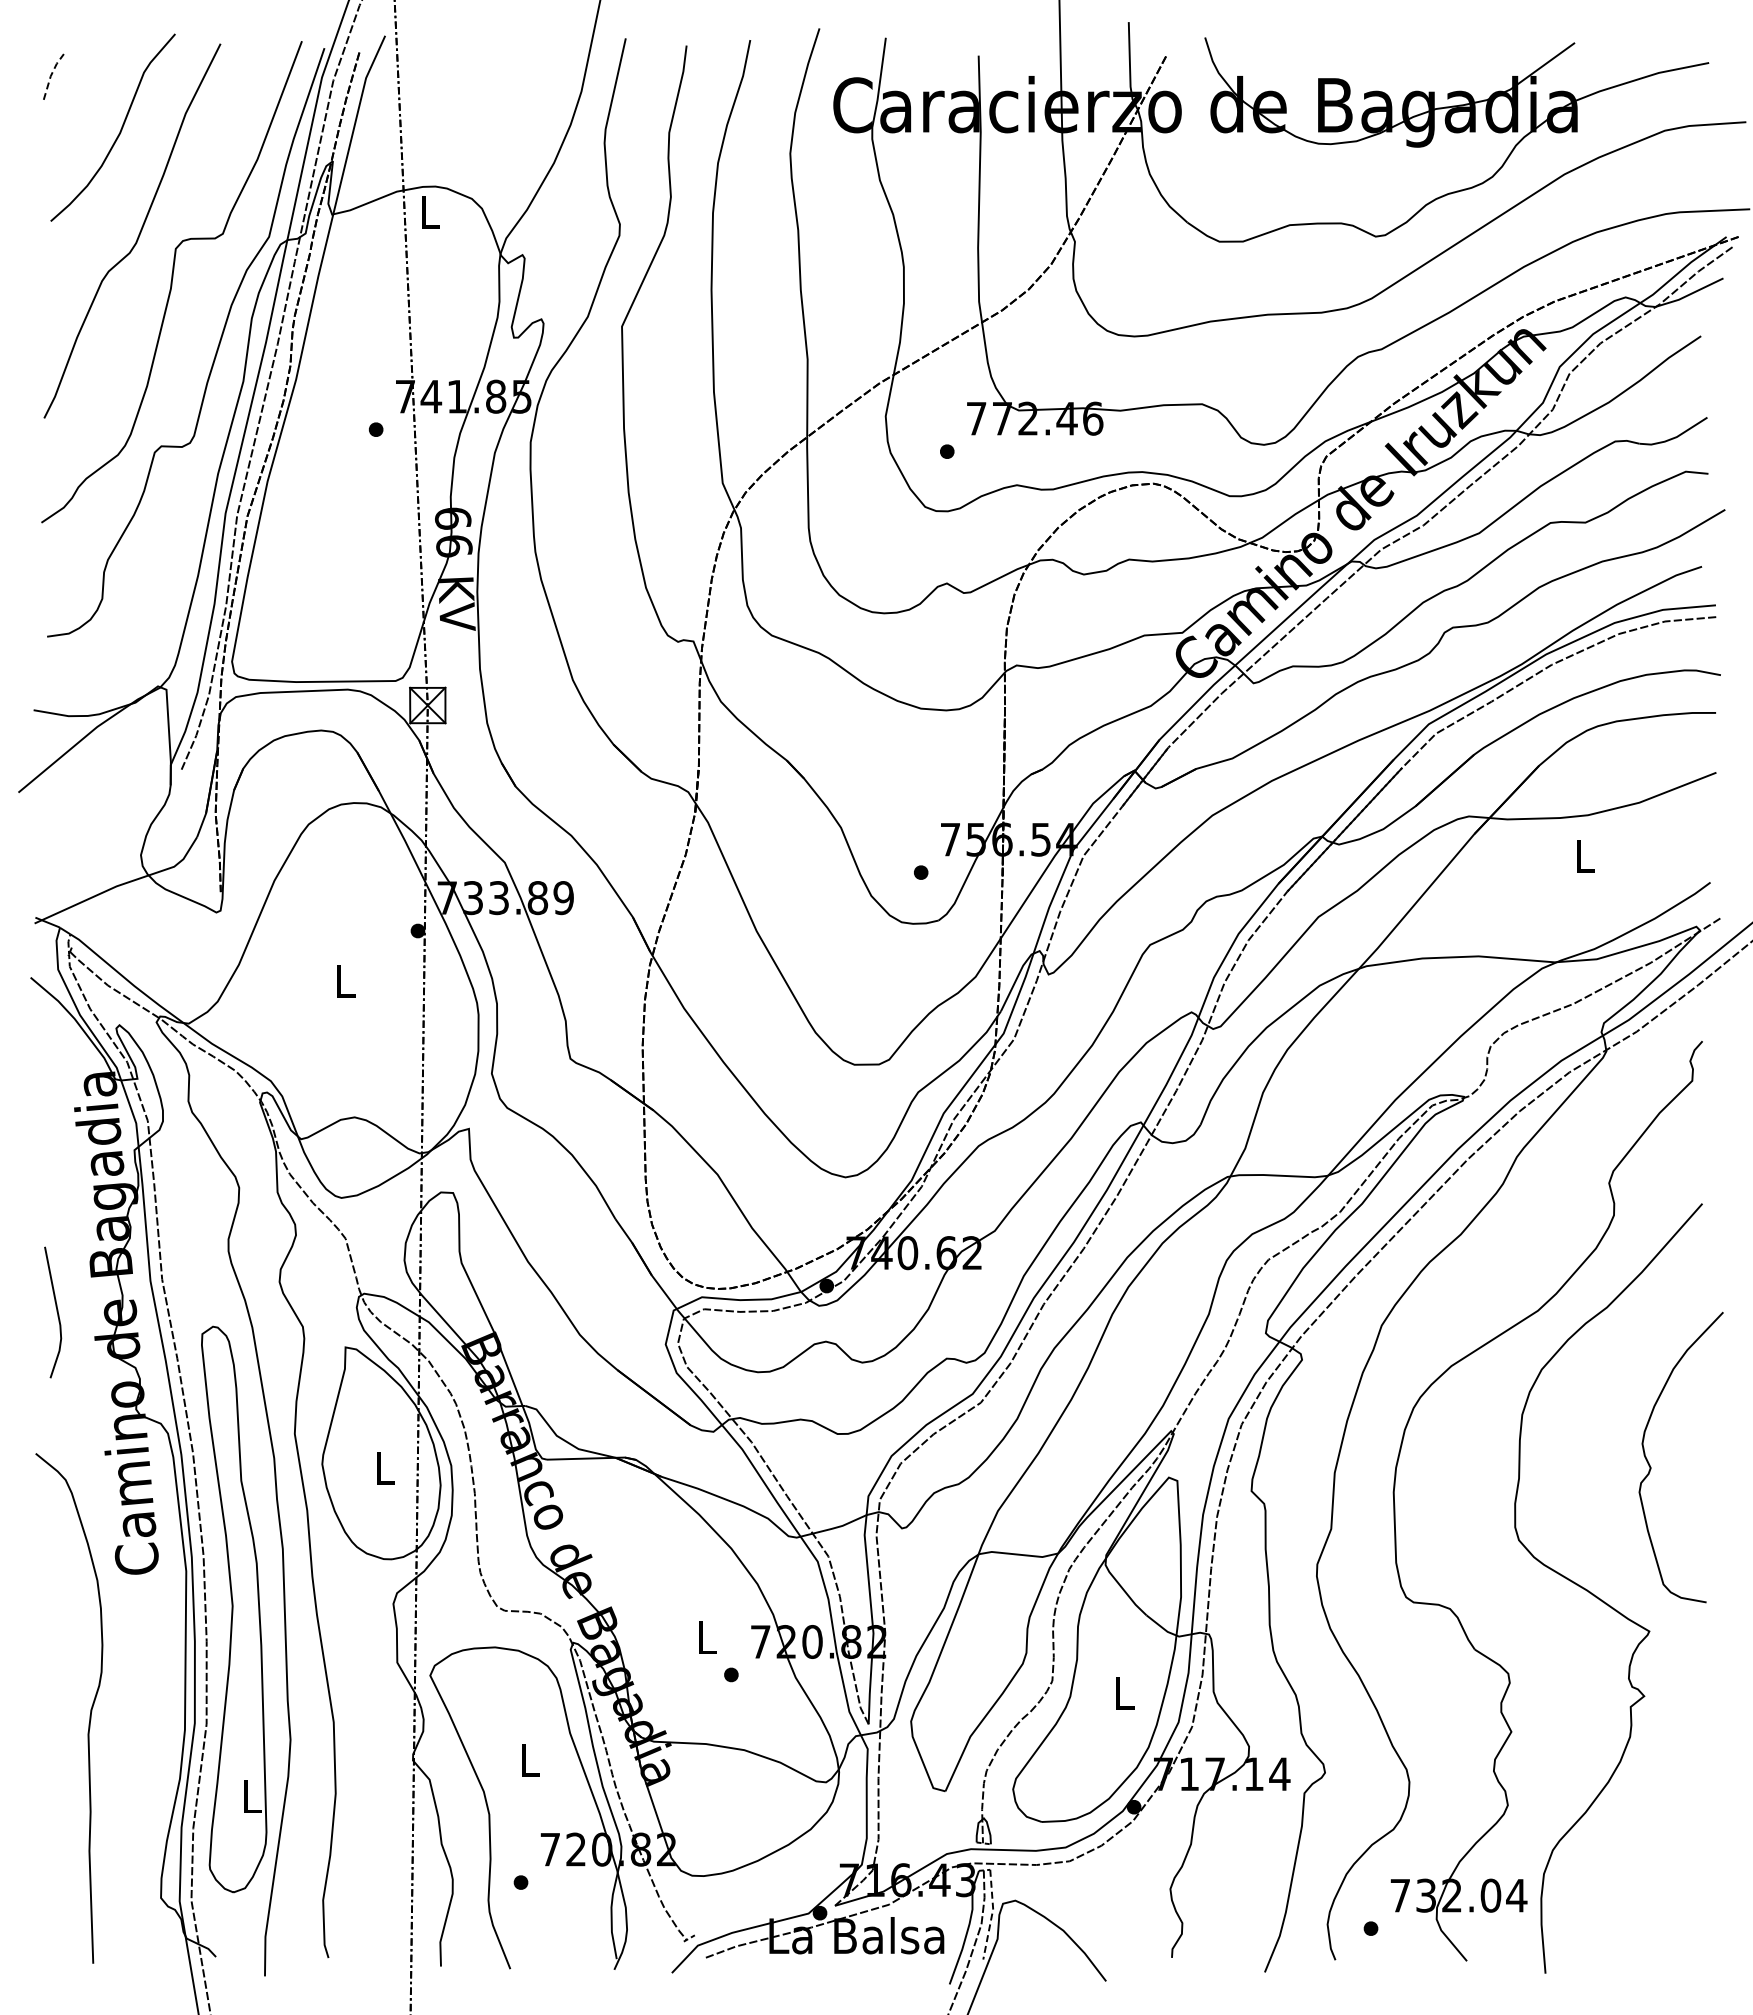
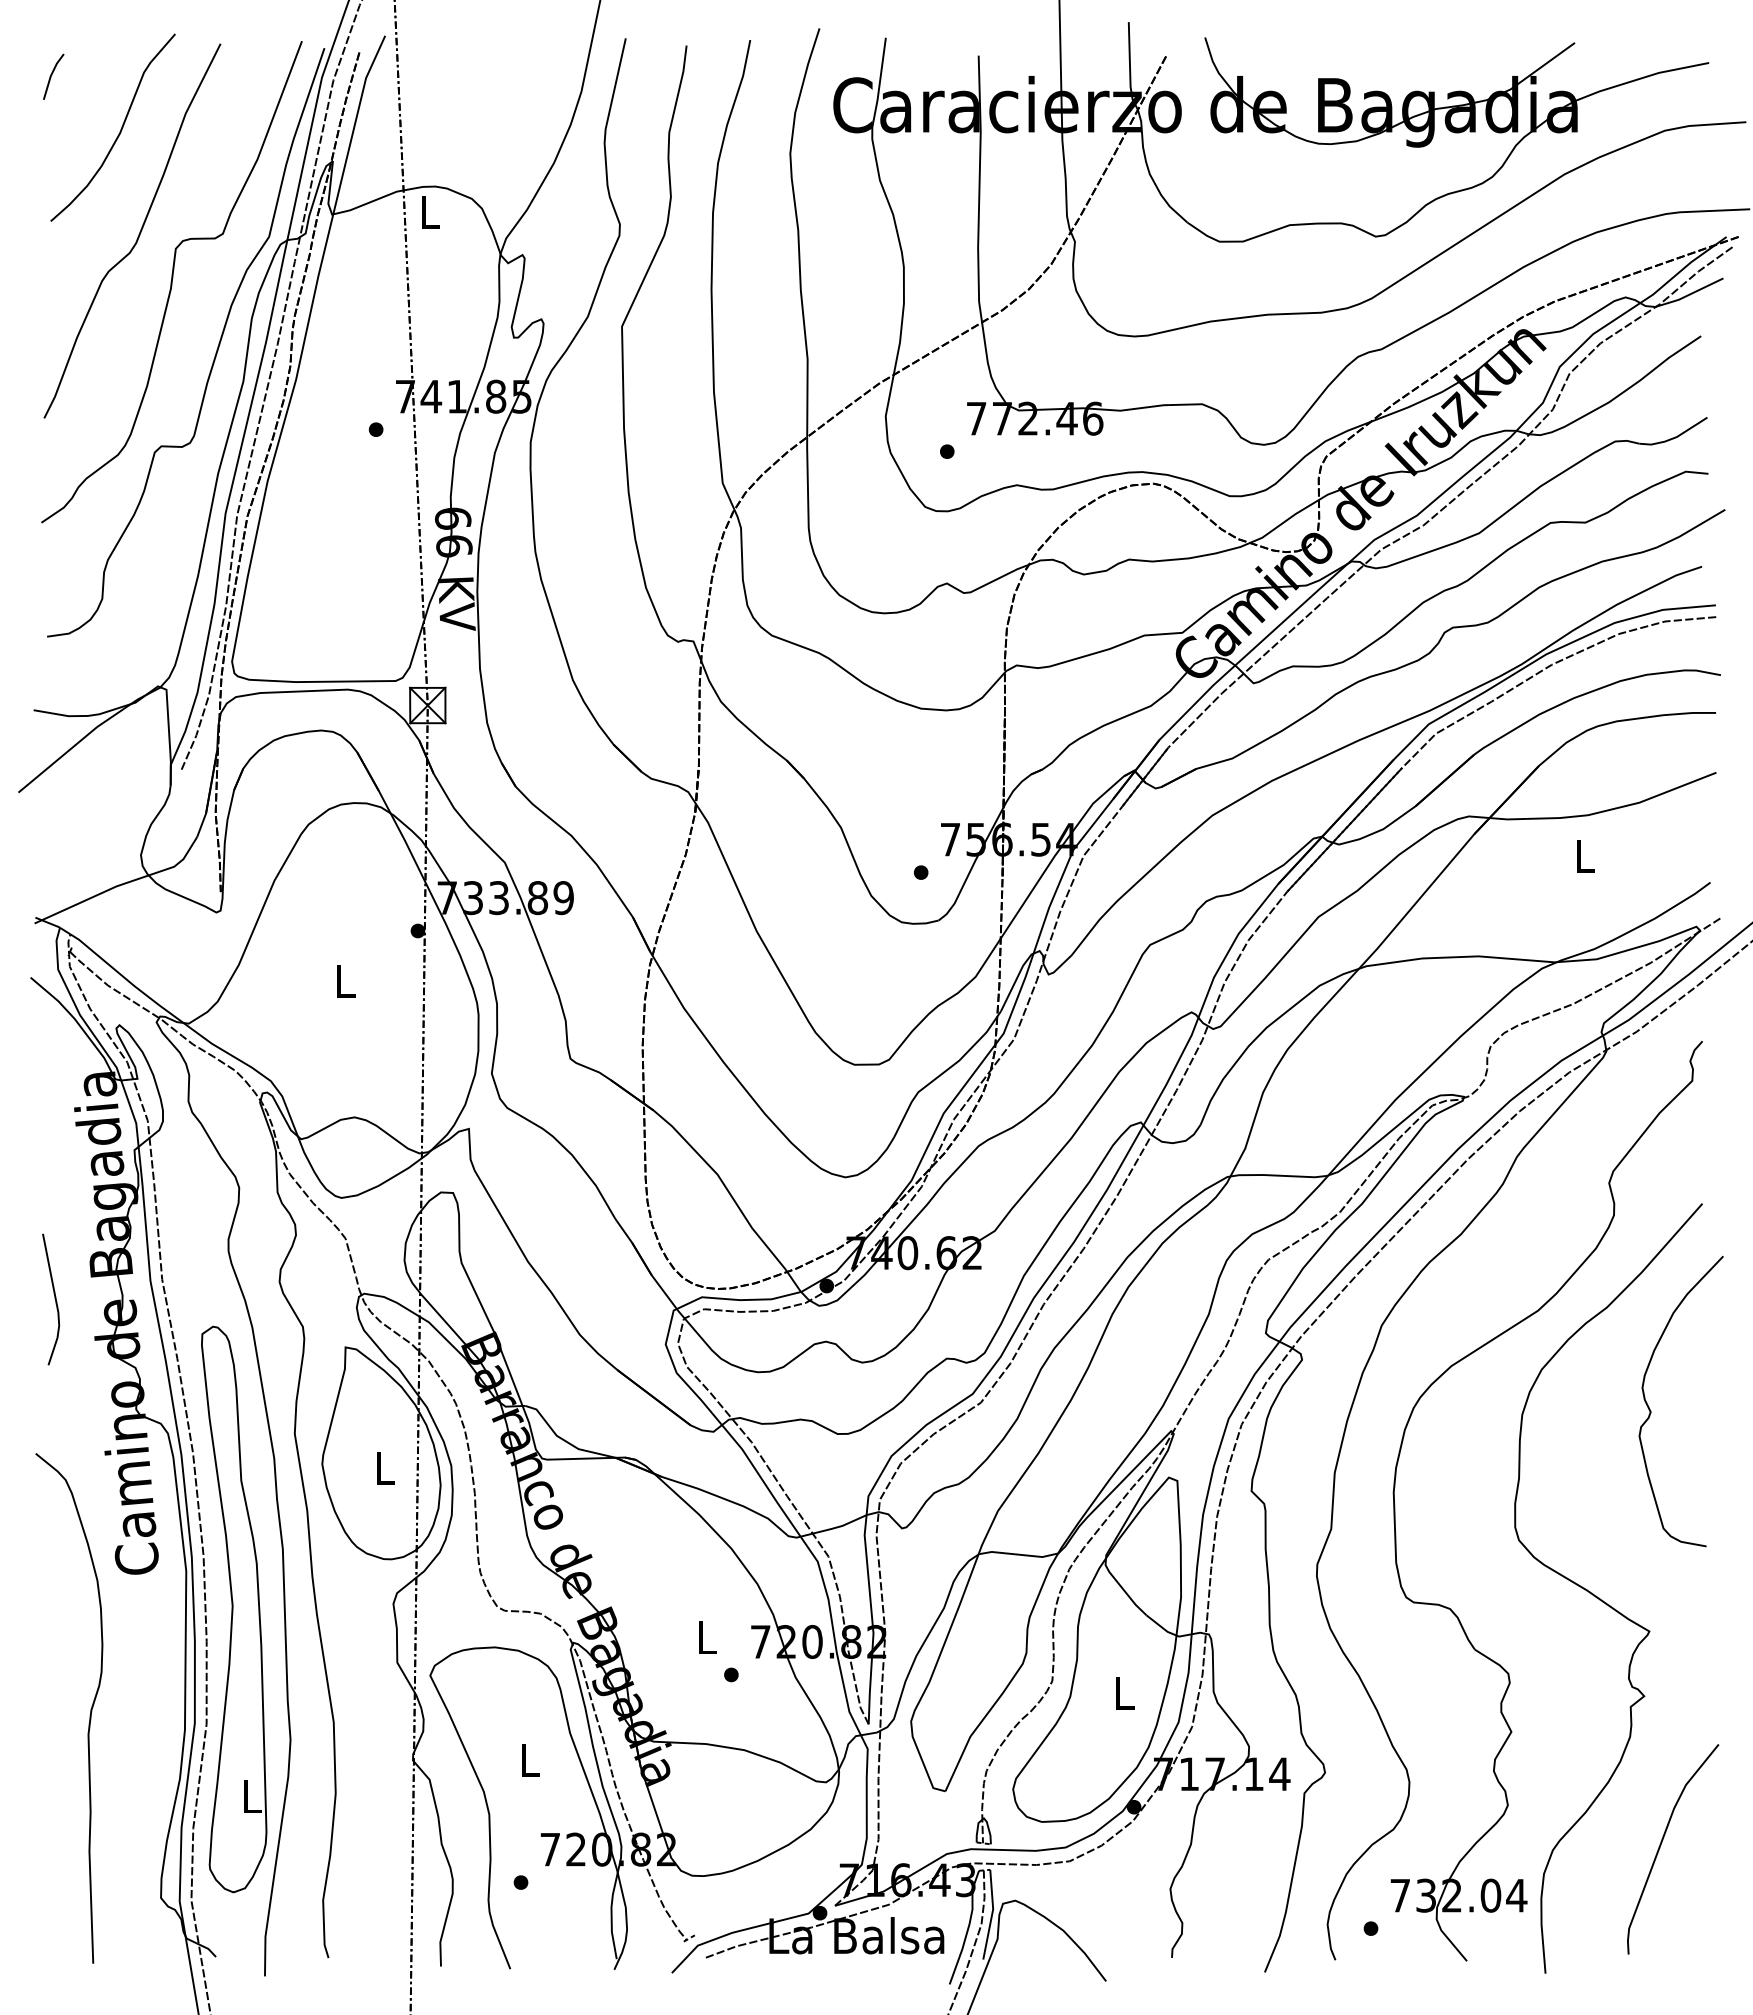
line at (51, 75): dashed -> solid
line at (56, 1312) position: (56, 1312) -> (54, 1299)
curve at (1651, 1467) position: (1651, 1467) -> (1651, 1411)
curve at (1661, 1845): none -> present
line at (992, 1915): dashed -> solid
